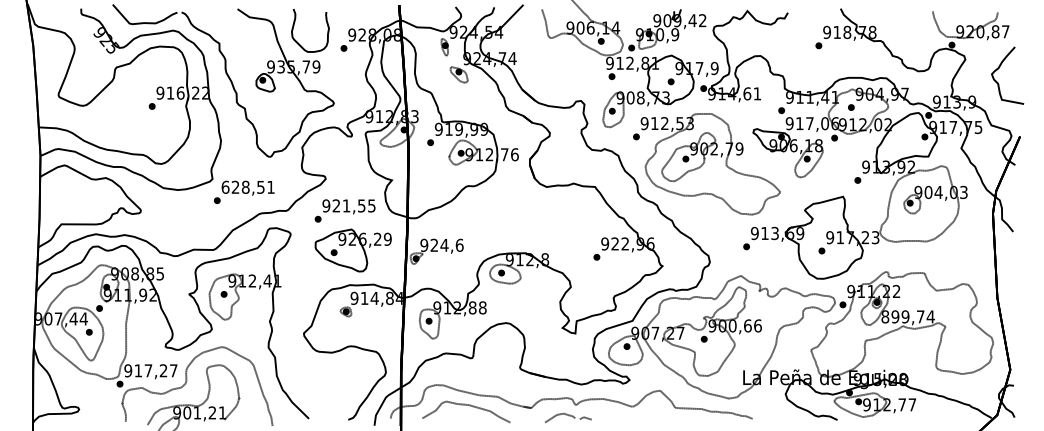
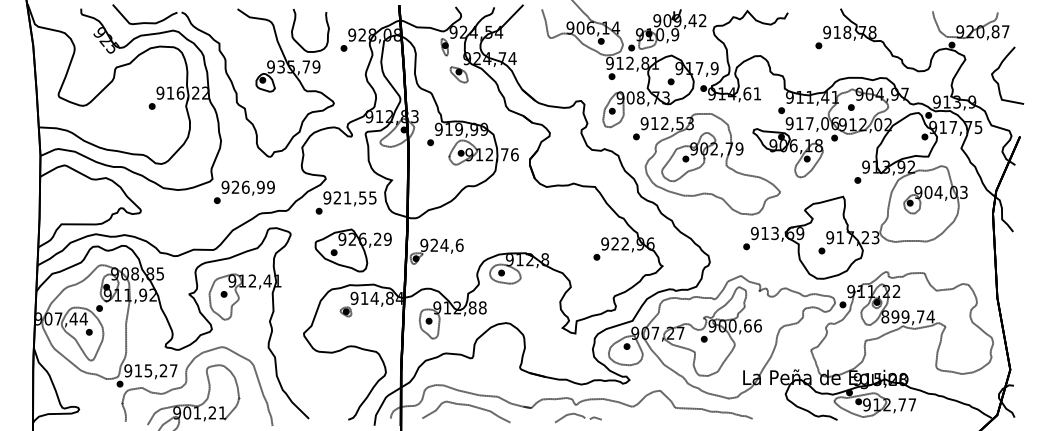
text at (247, 186): 628,51 -> 926,99
text at (344, 210) position: (344, 210) -> (345, 202)
text at (148, 370): 917,27 -> 915,27
part at (568, 417) position: (568, 417) -> (578, 417)
